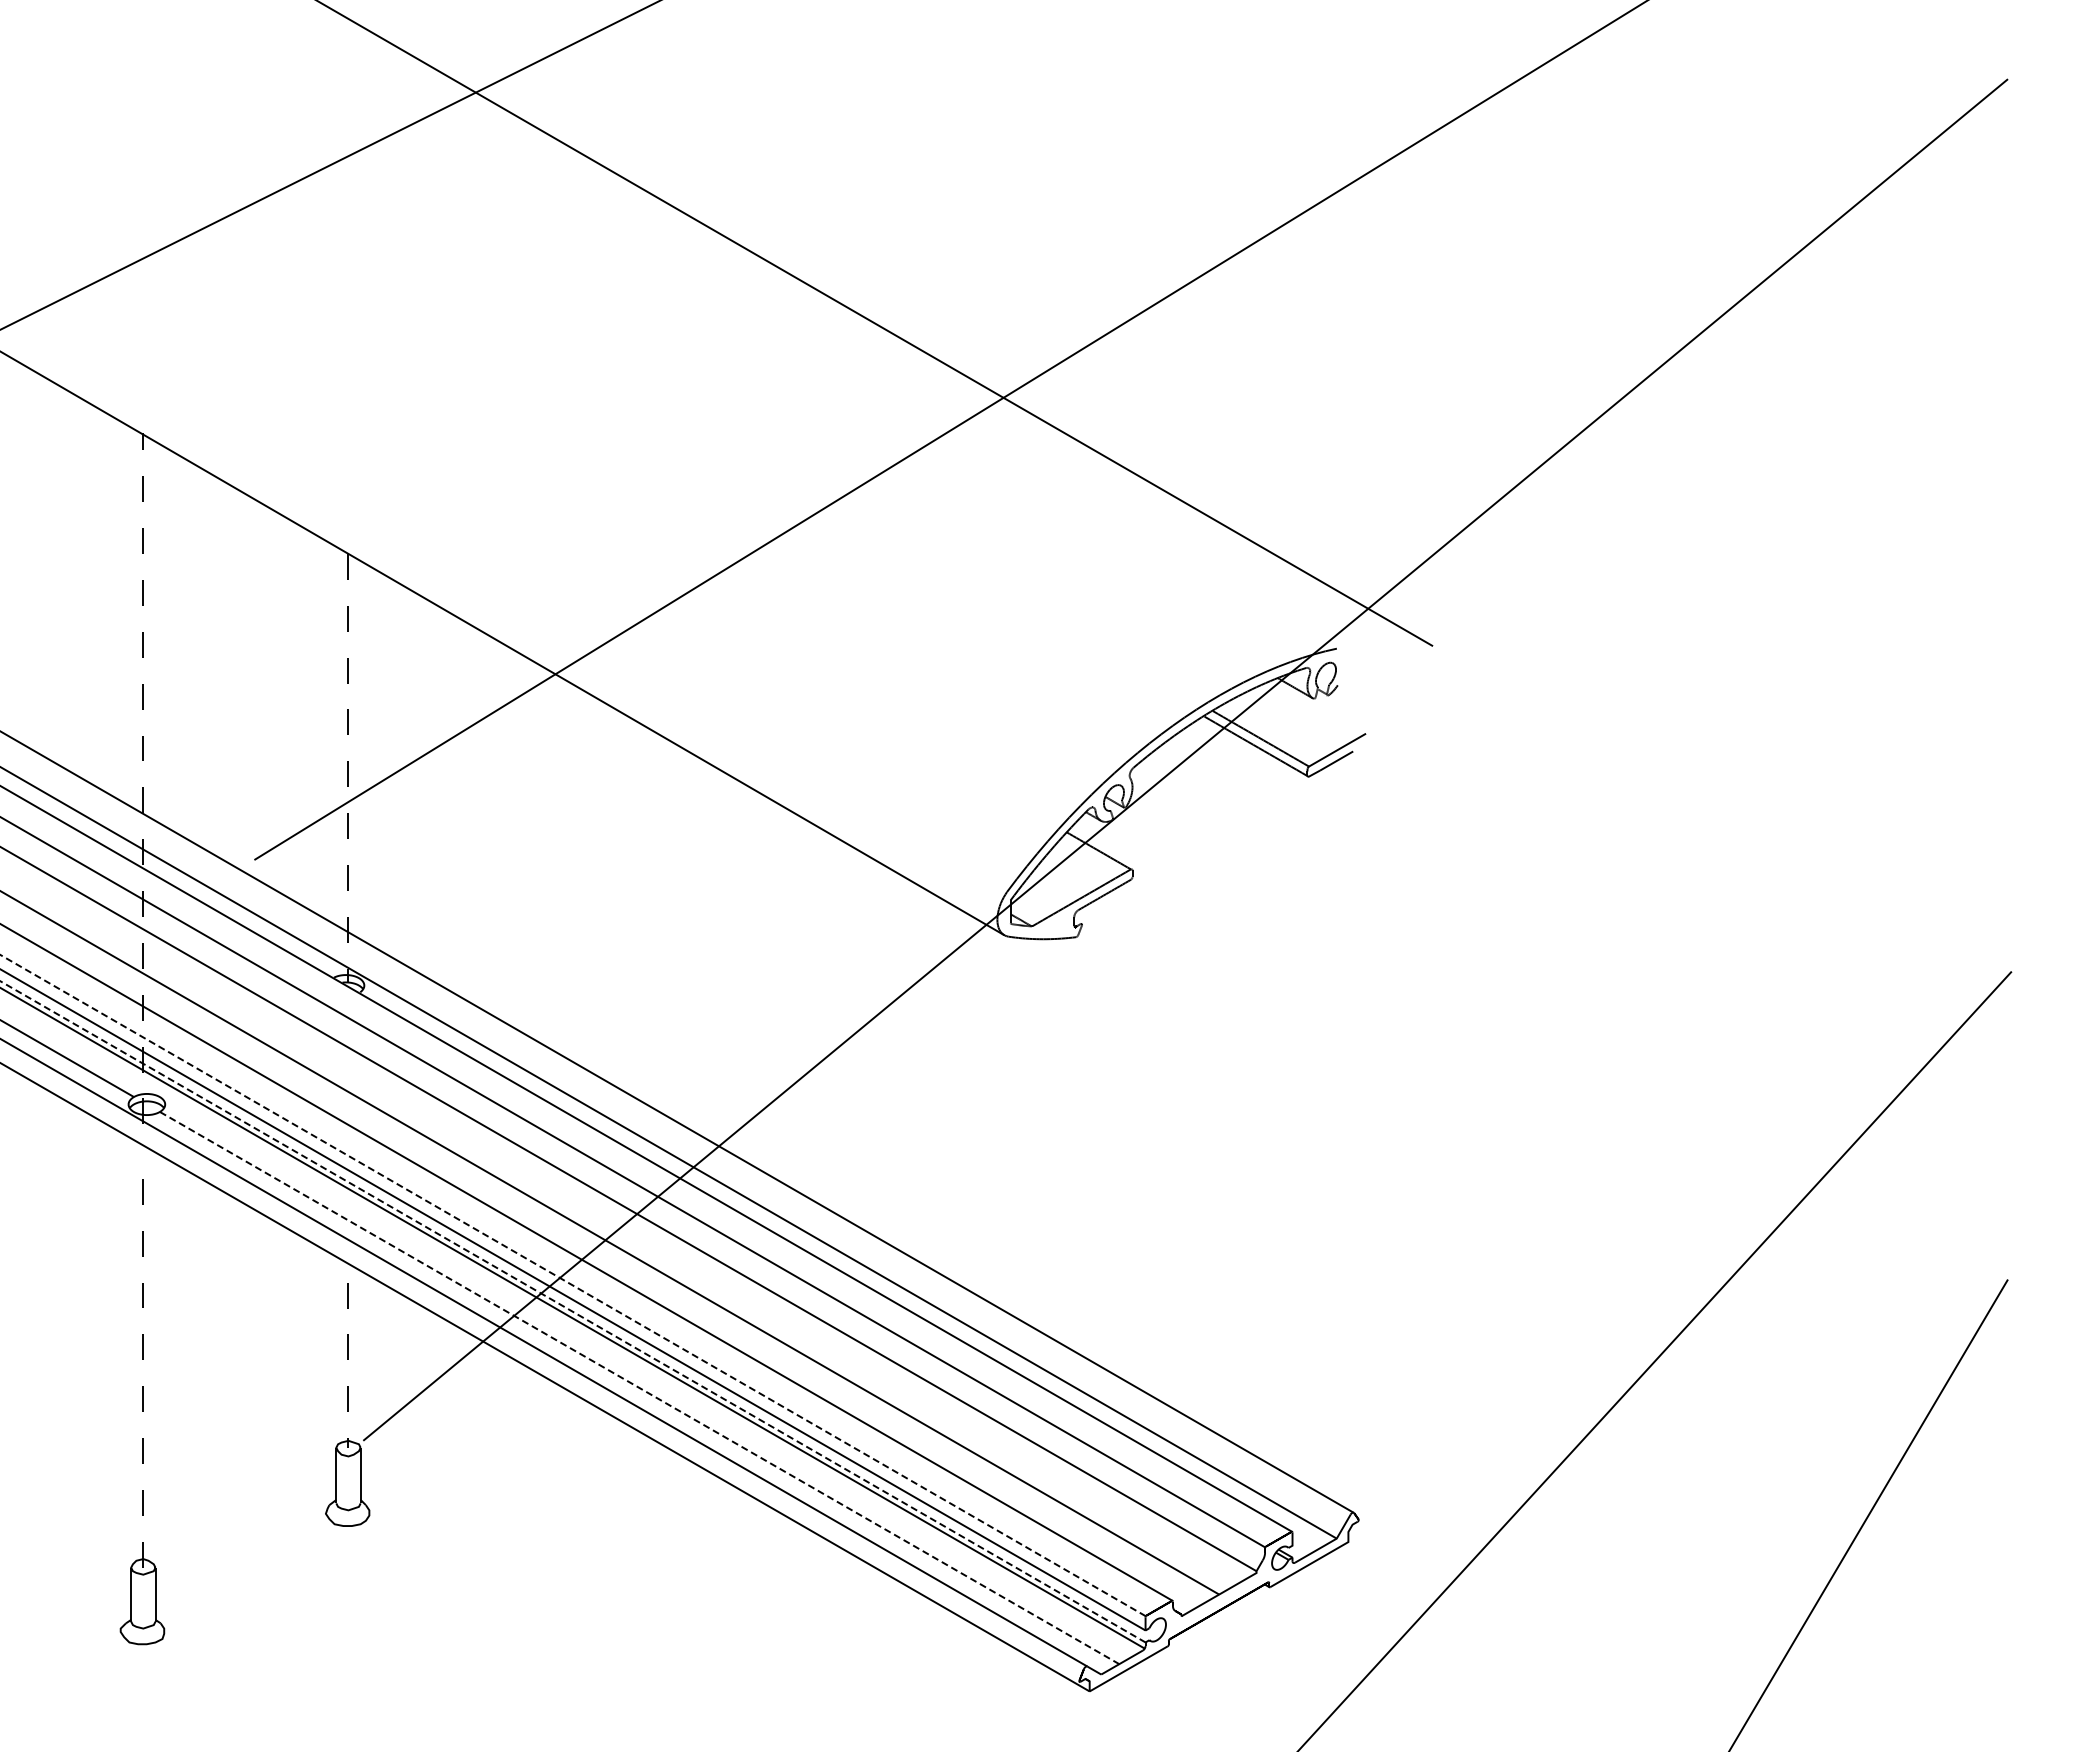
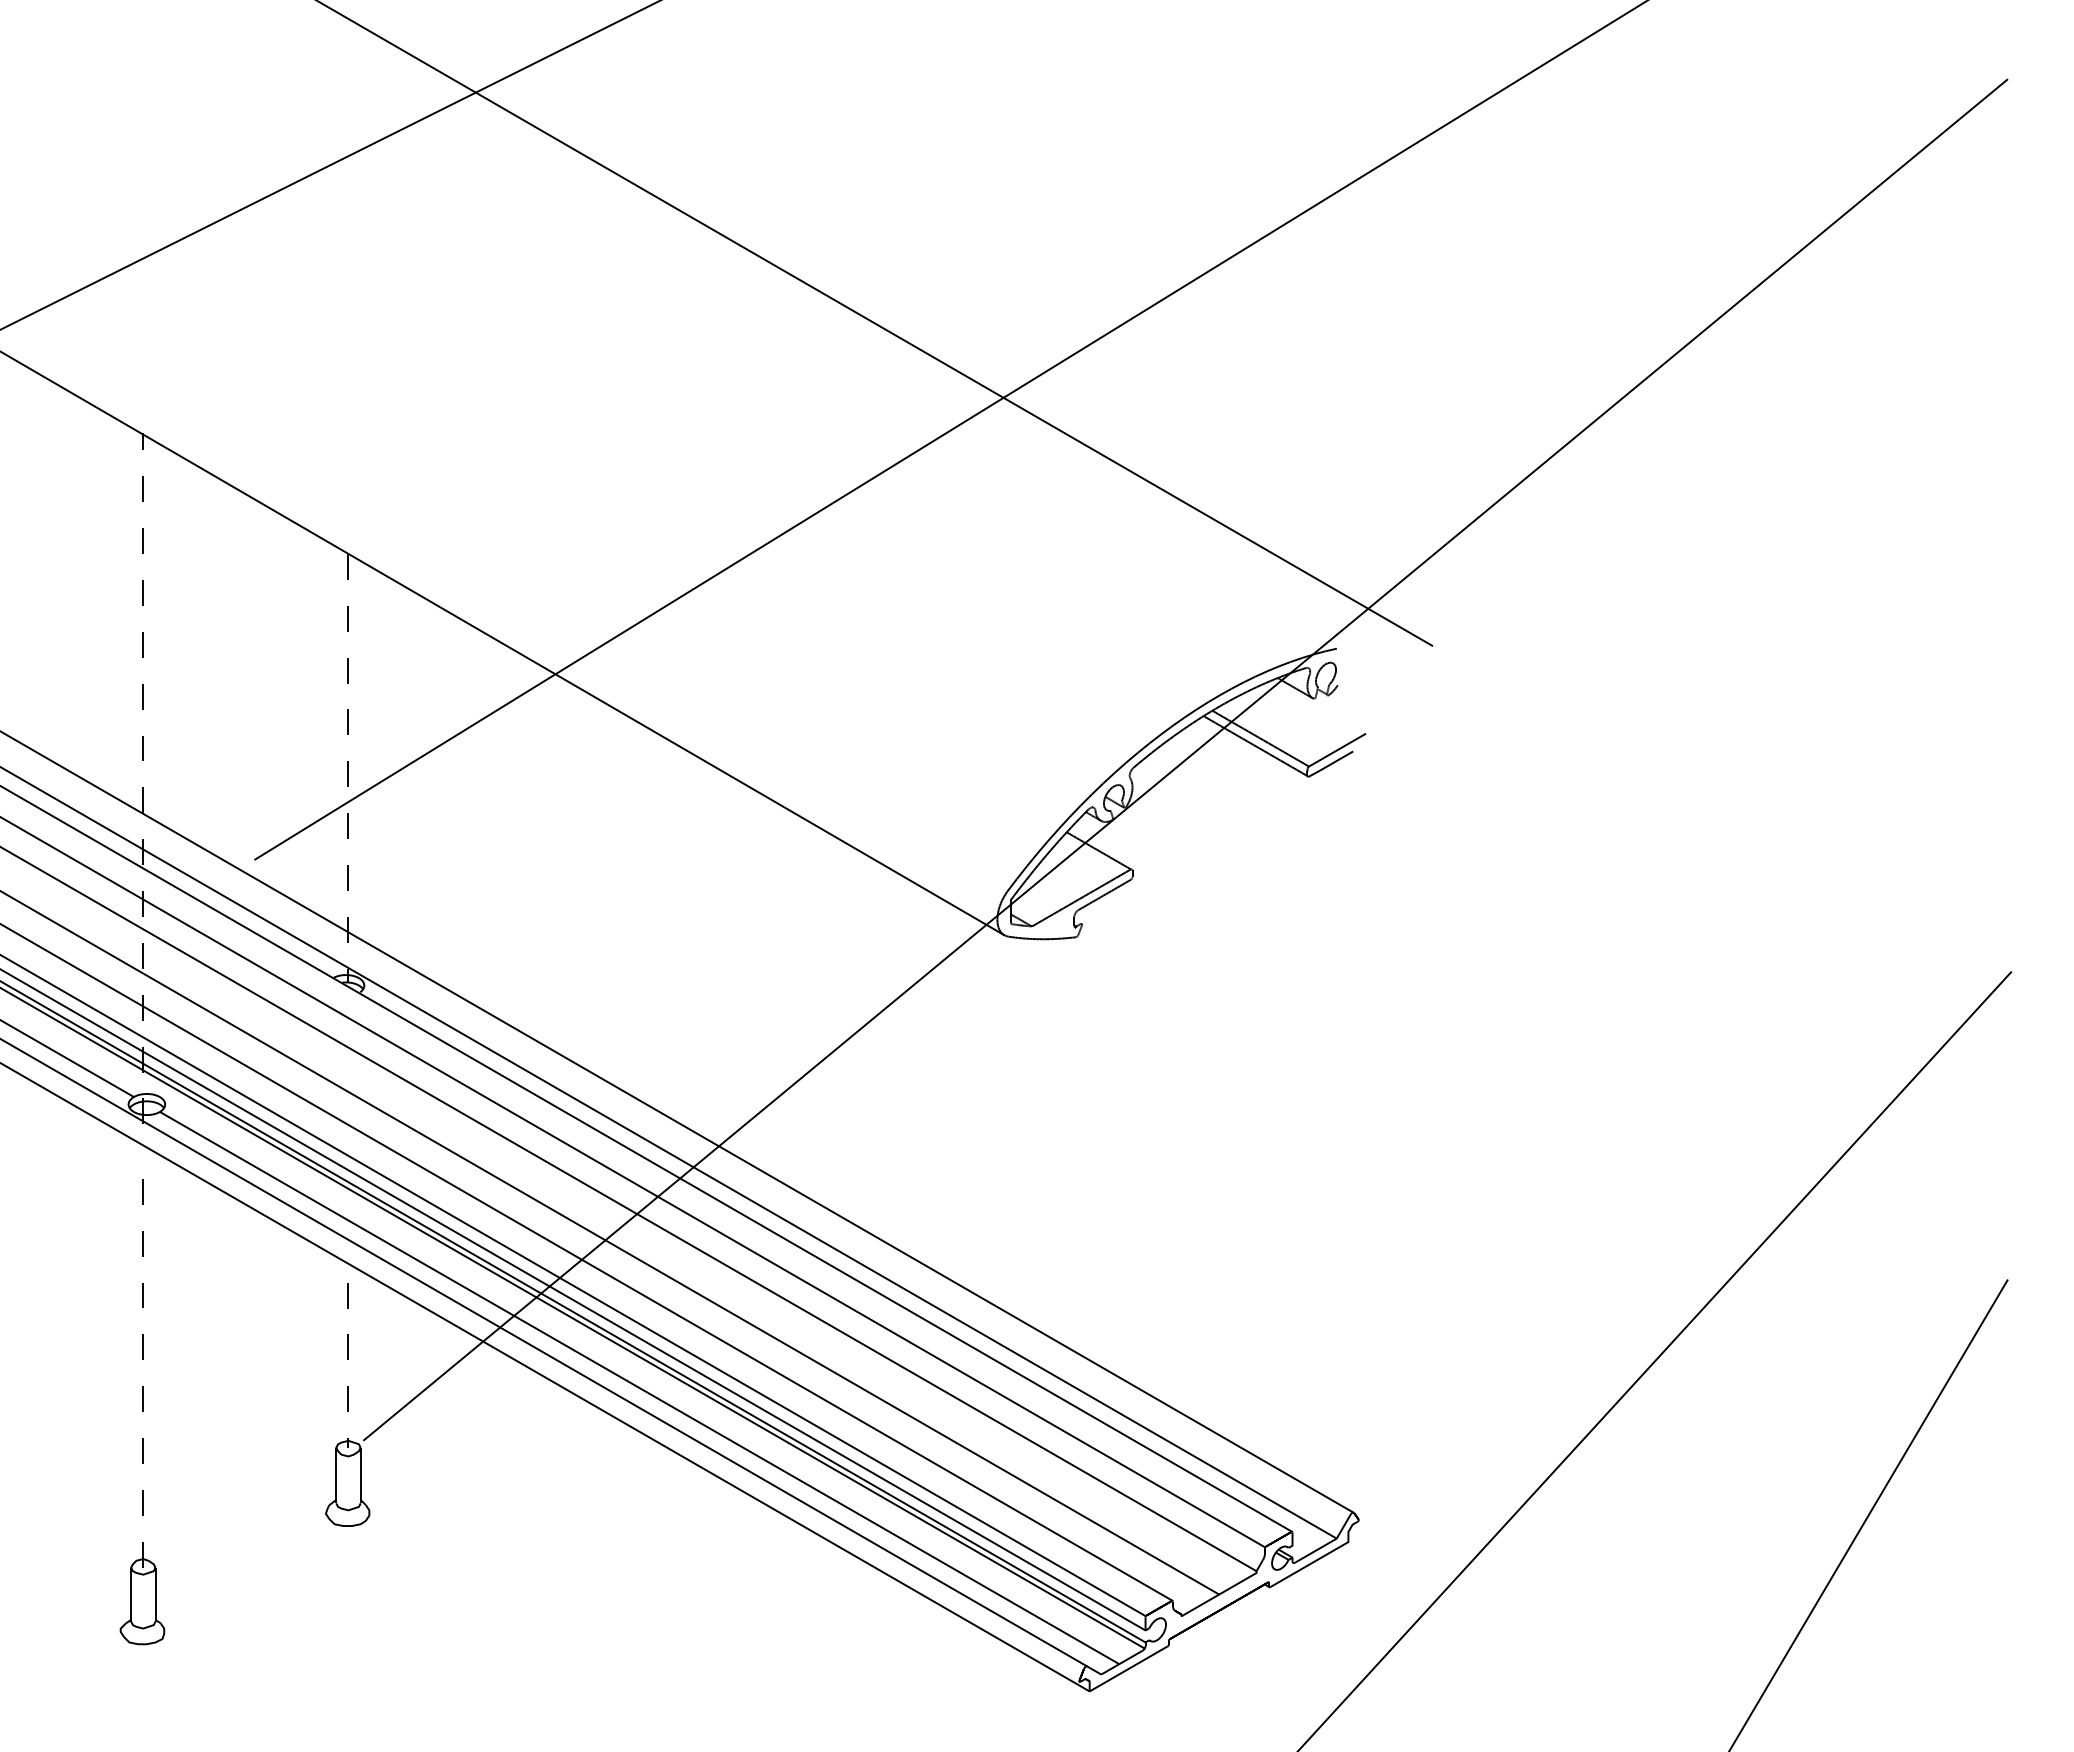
line at (572, 1285): dashed -> solid
line at (573, 1311): dashed -> solid
line at (639, 1387): dashed -> solid
